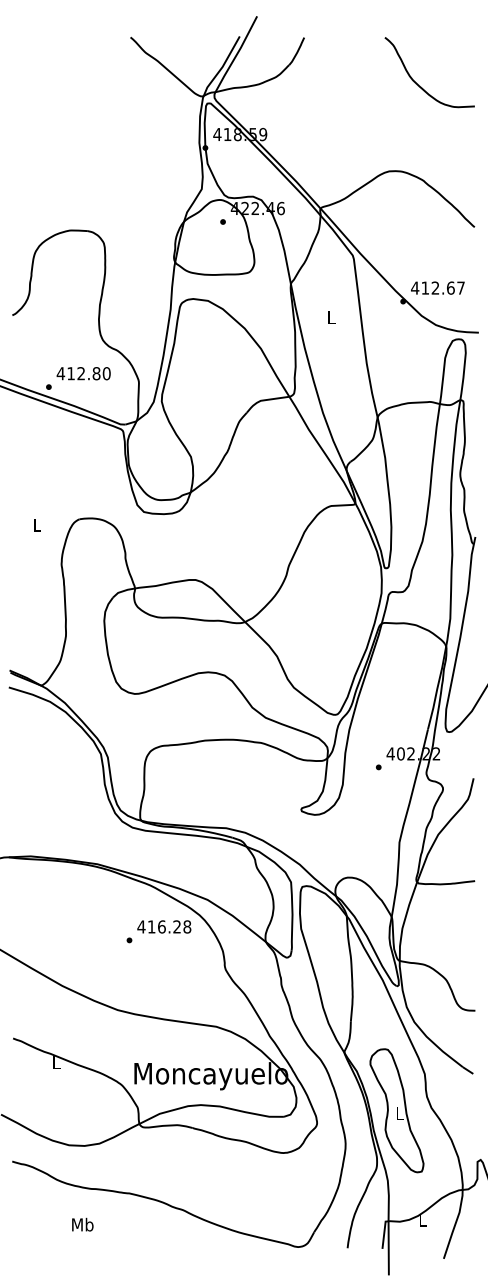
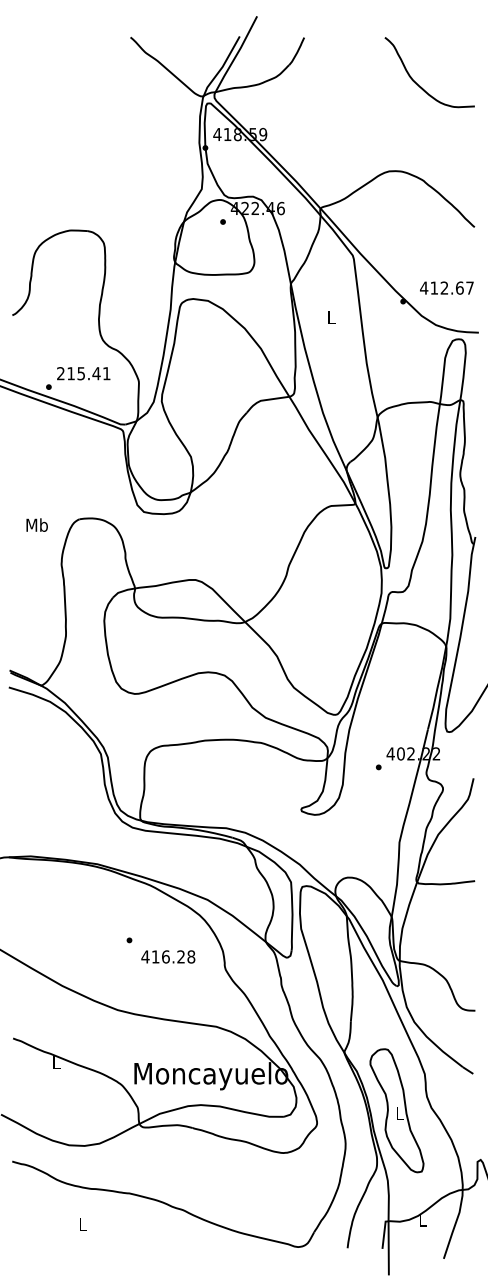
text at (437, 287) position: (437, 287) -> (446, 287)
text at (83, 373): 412.80 -> 215.41
text at (36, 524): L -> Mb
text at (164, 926) position: (164, 926) -> (168, 956)
text at (82, 1224): Mb -> L
